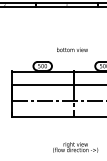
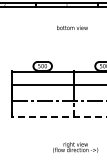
text at (72, 49) position: (72, 49) -> (72, 27)
line at (58, 117): solid -> dashed
